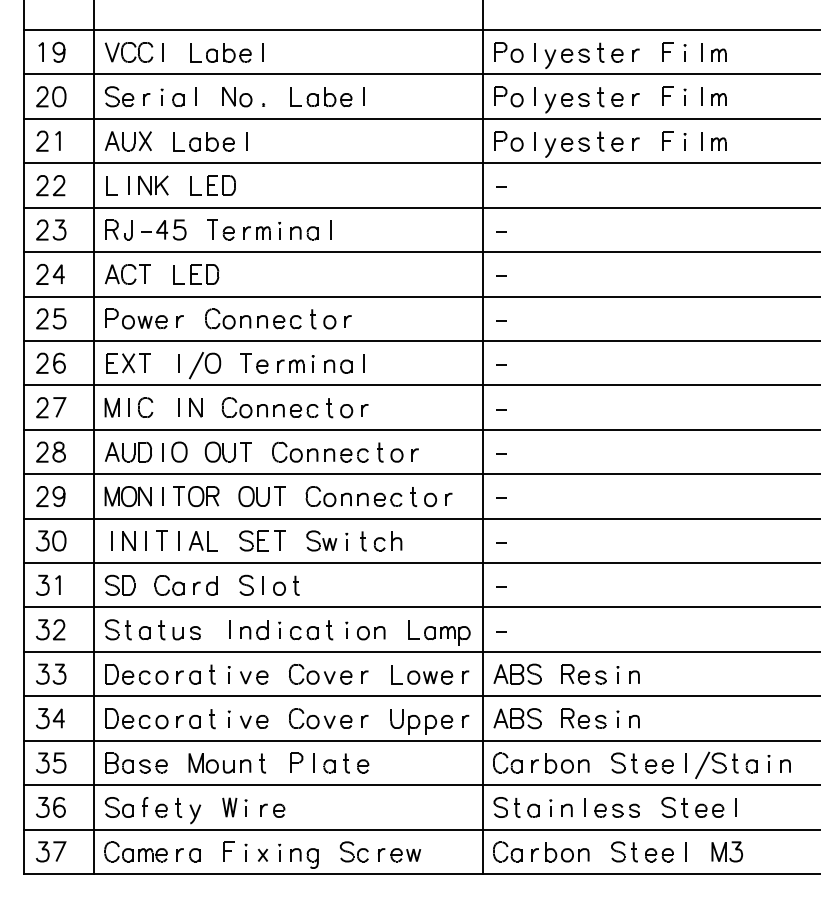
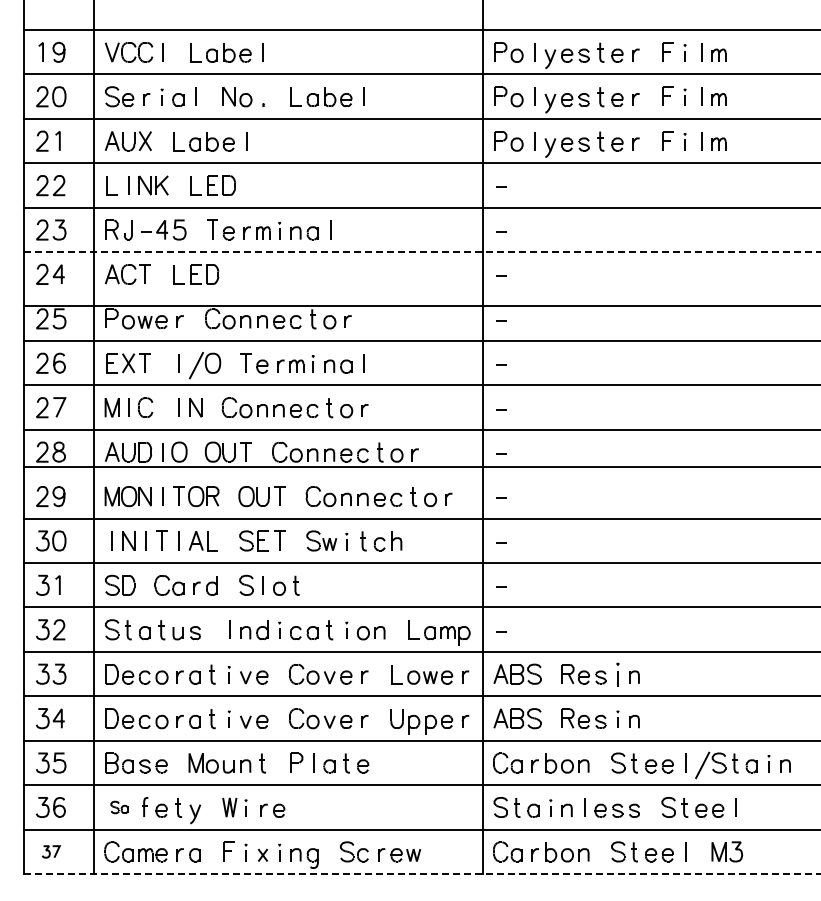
line at (422, 252): solid -> dashed
line at (420, 296) position: (420, 296) -> (420, 305)
line at (420, 474) position: (420, 474) -> (420, 467)
part at (617, 674) size: 4x18 px -> 4x25 px
part at (119, 807) size: 29x21 px -> 19x15 px
part at (51, 851) size: 31x22 px -> 19x14 px
line at (422, 873): solid -> dashed
